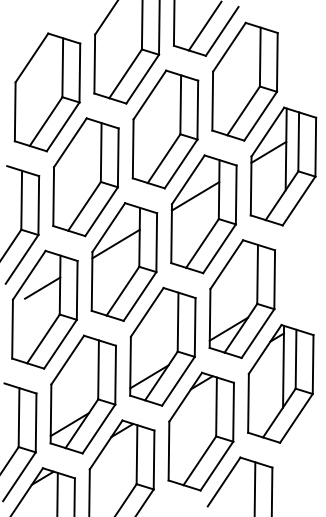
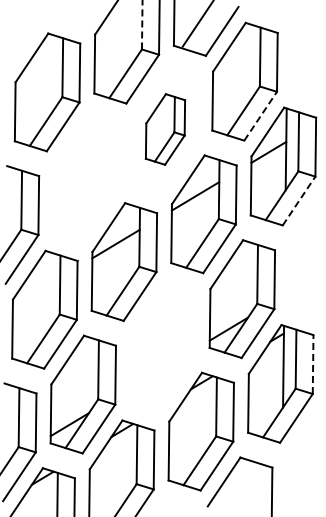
line at (142, 24): solid -> dashed
line at (204, 26) position: (204, 26) -> (197, 24)
line at (260, 115): solid -> dashed
part at (165, 129) size: 69x121 px -> 43x73 px
part at (85, 177): present -> none
line at (299, 200): solid -> dashed
line at (42, 287): present -> none
part at (162, 346): present -> none
line at (313, 364): solid -> dashed
line at (254, 487): present -> none
